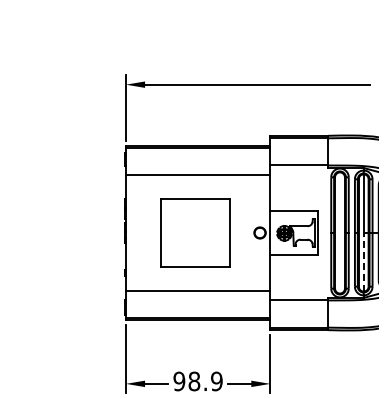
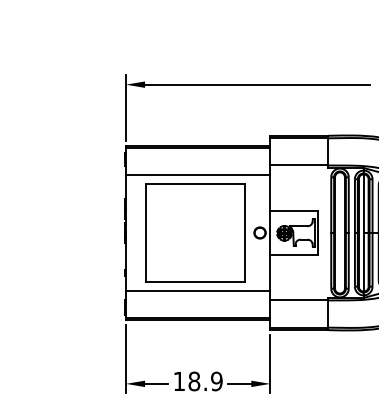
part at (195, 232) size: 71x70 px -> 101x100 px
line at (363, 261): dashed -> solid
text at (179, 381): 98.9 -> 18.9
